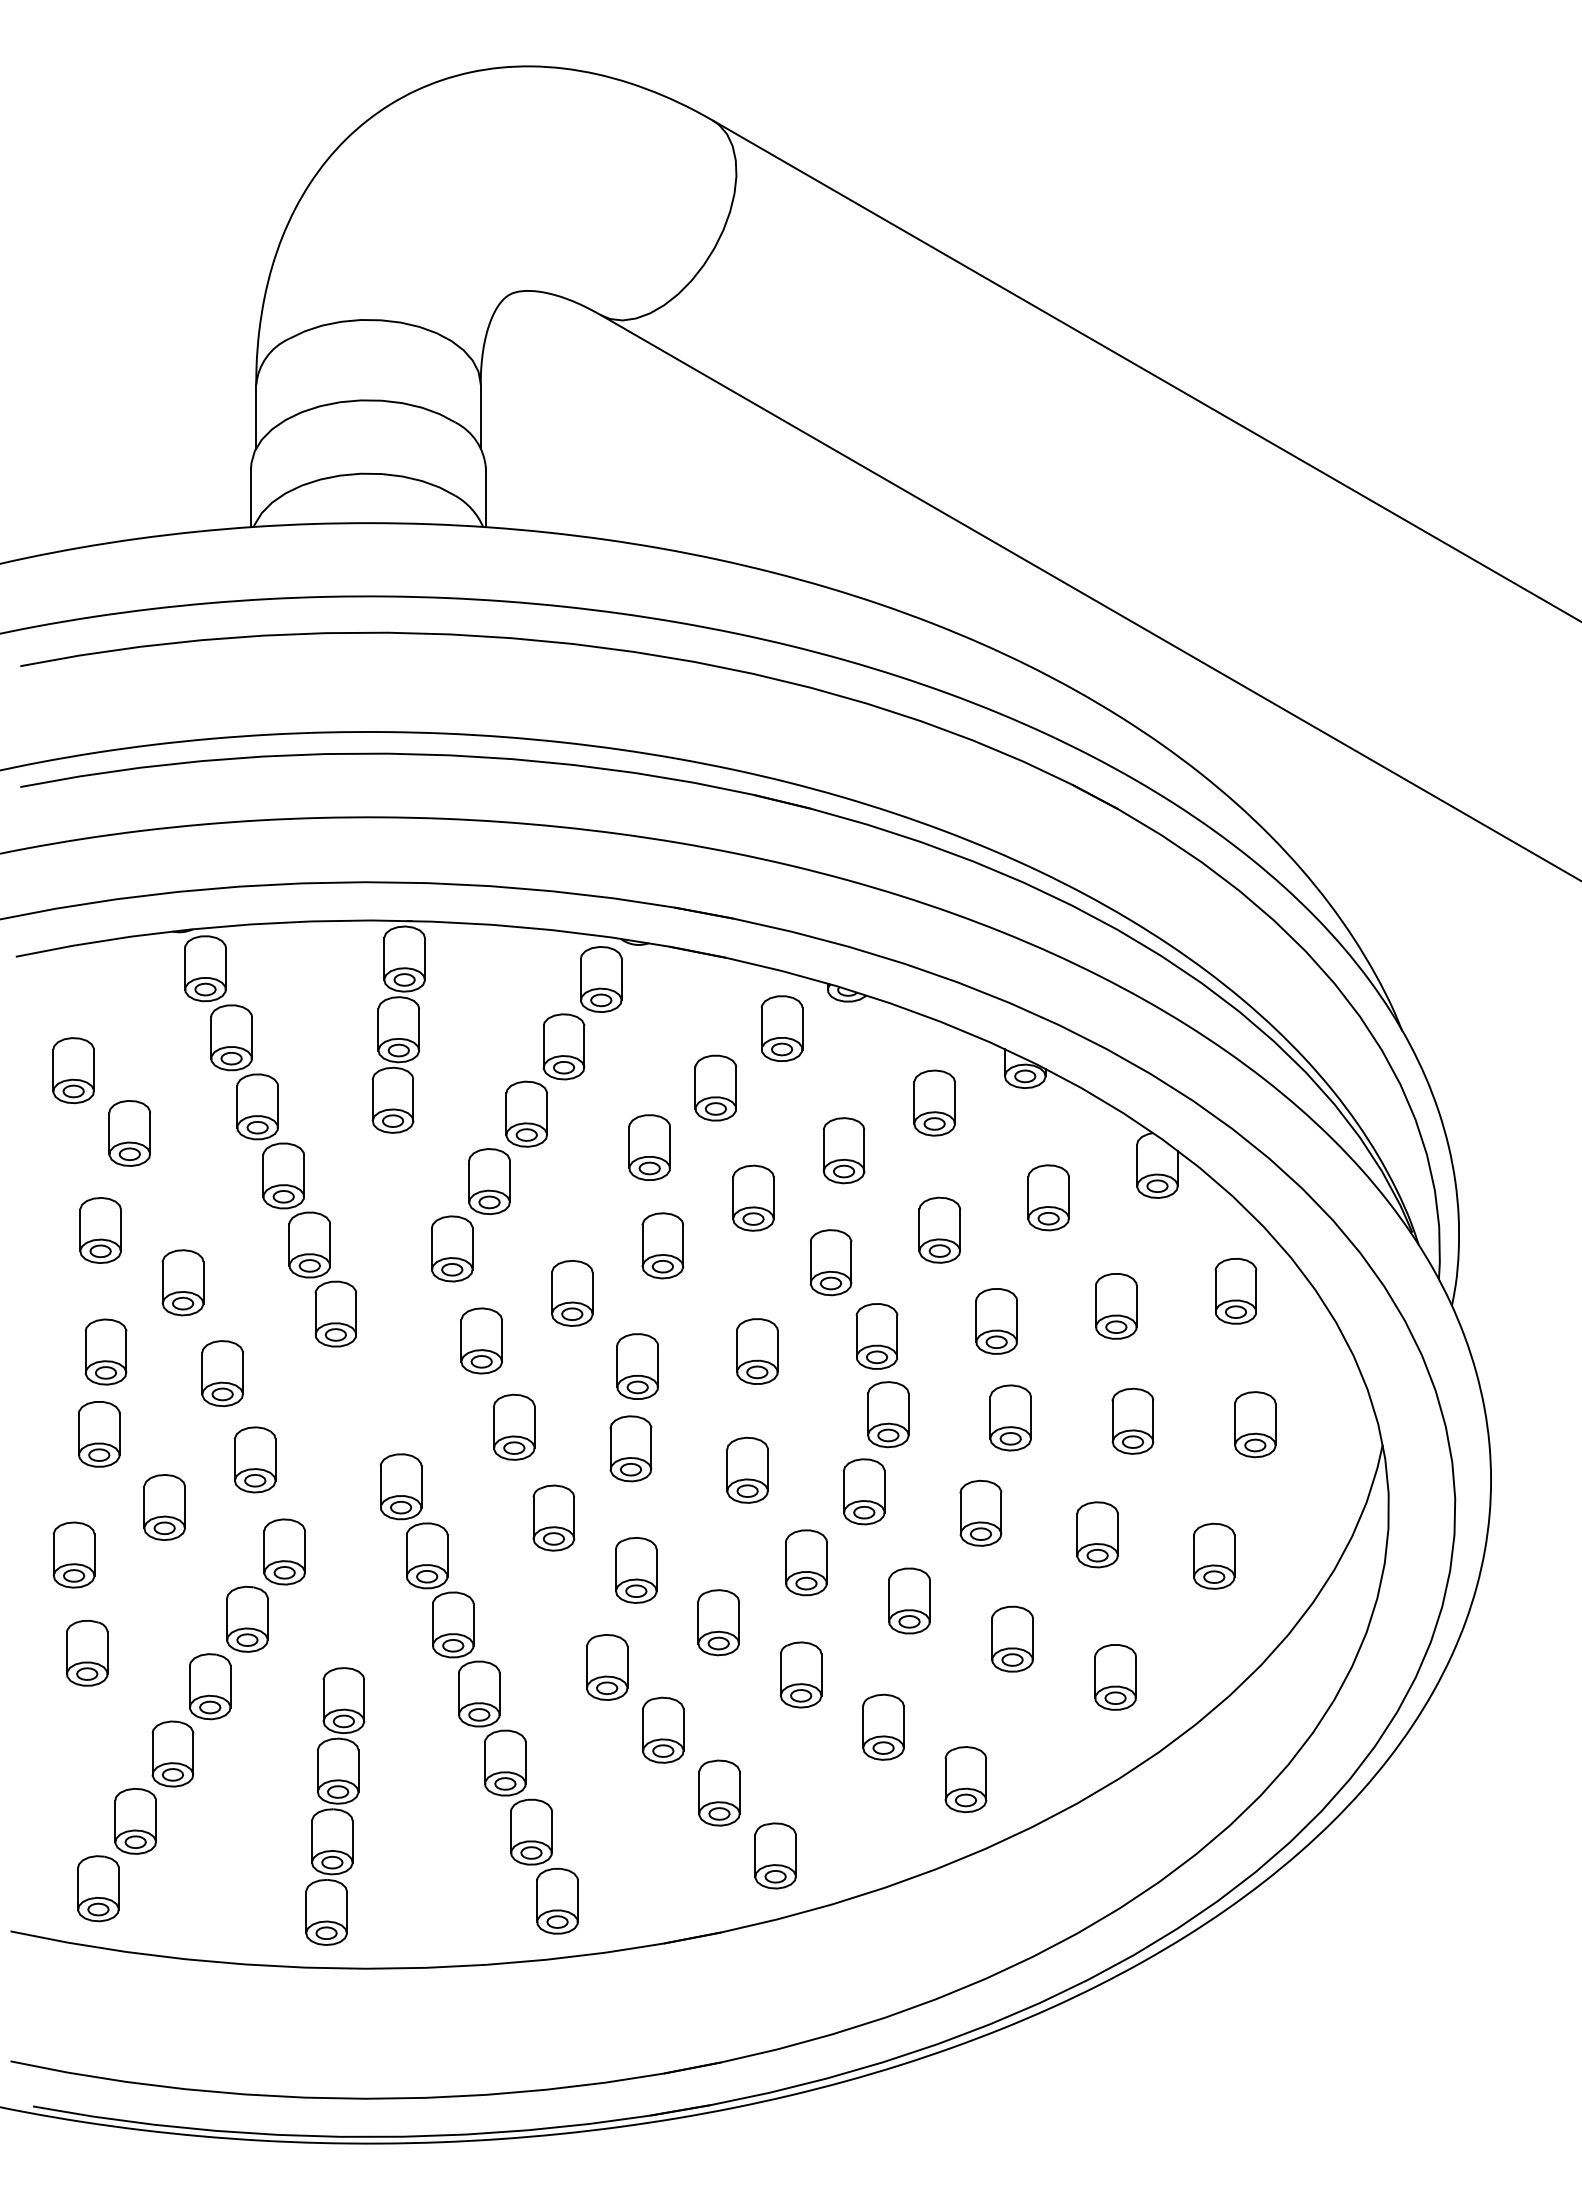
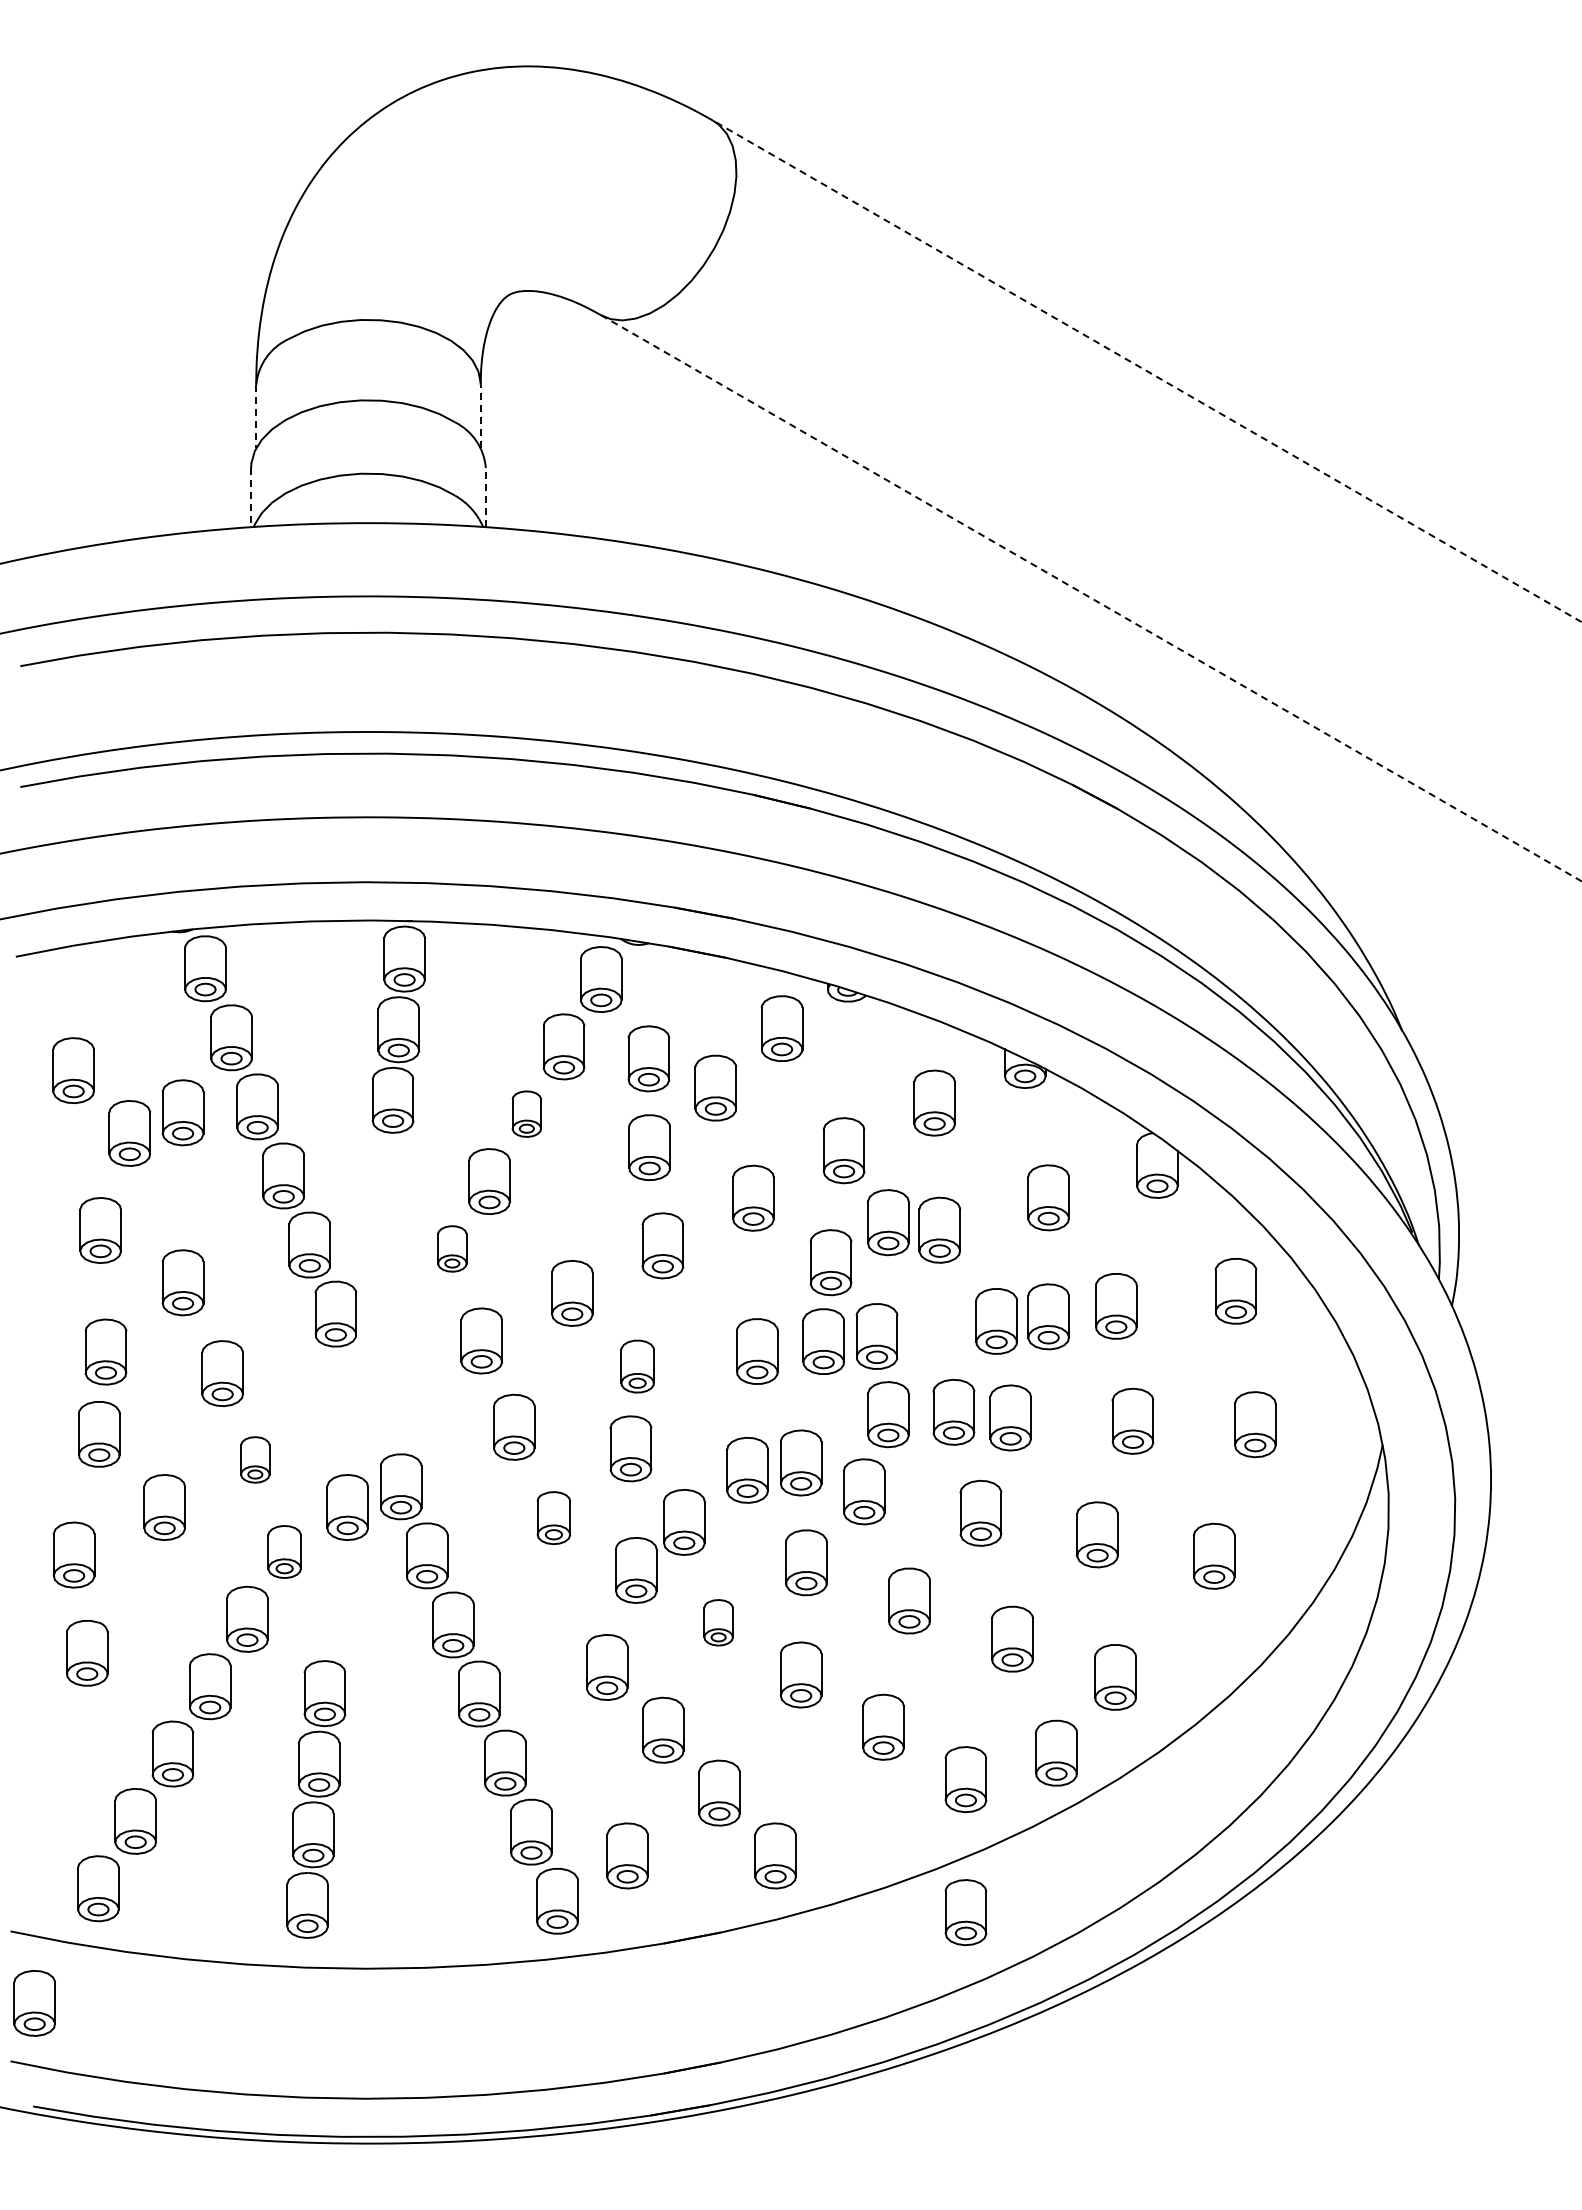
line at (1147, 371): solid -> dashed
line at (256, 416): solid -> dashed
line at (480, 416): solid -> dashed
line at (251, 497): solid -> dashed
line at (485, 497): solid -> dashed
line at (1091, 598): solid -> dashed
part at (648, 1058): none -> present
part at (182, 1112): none -> present
part at (526, 1113) size: 44x68 px -> 31x48 px
part at (888, 1222): none -> present
part at (452, 1248) size: 43x68 px -> 31x48 px
part at (1048, 1316): none -> present
part at (823, 1341): none -> present
part at (637, 1366) size: 43x67 px -> 35x55 px
part at (953, 1411): none -> present
part at (255, 1459) size: 43x68 px -> 31x48 px
part at (800, 1462): none -> present
part at (347, 1507): none -> present
part at (553, 1517) size: 44x68 px -> 36x55 px
part at (684, 1522): none -> present
part at (284, 1551) size: 43x68 px -> 35x54 px
part at (718, 1622) size: 43x68 px -> 31x48 px
part at (1056, 1752): none -> present
part at (335, 1806) position: (335, 1806) -> (316, 1799)
part at (627, 1855): none -> present
part at (965, 1912): none -> present
part at (34, 2003): none -> present
